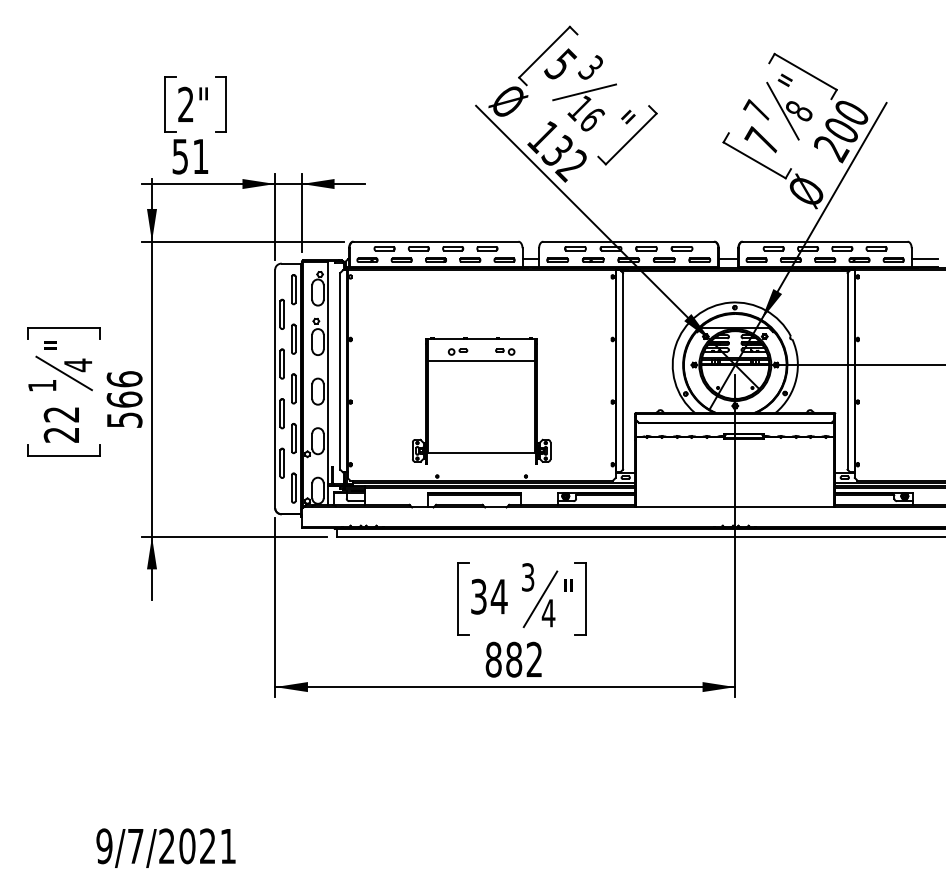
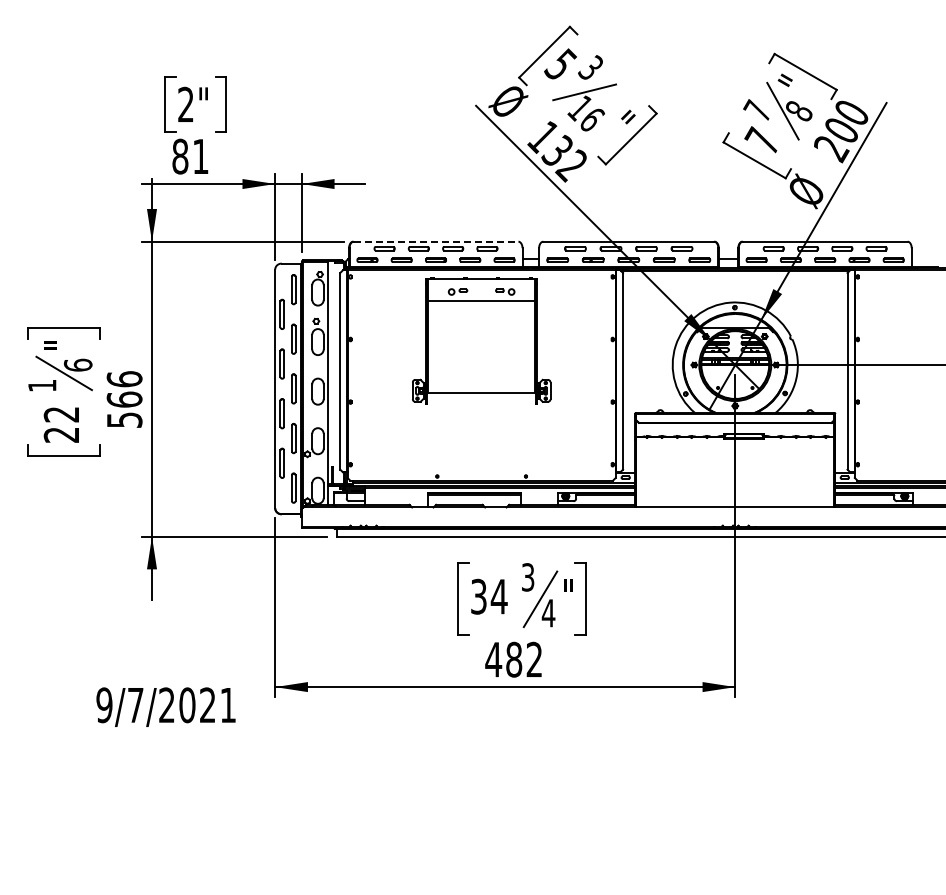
text at (180, 156): 51 -> 81
line at (436, 241): solid -> dashed
line at (924, 259): present -> none
text at (77, 365): 4 -> 6
part at (481, 400) position: (481, 400) -> (481, 340)
text at (493, 659): 882 -> 482
text at (165, 847) position: (165, 847) -> (165, 706)
